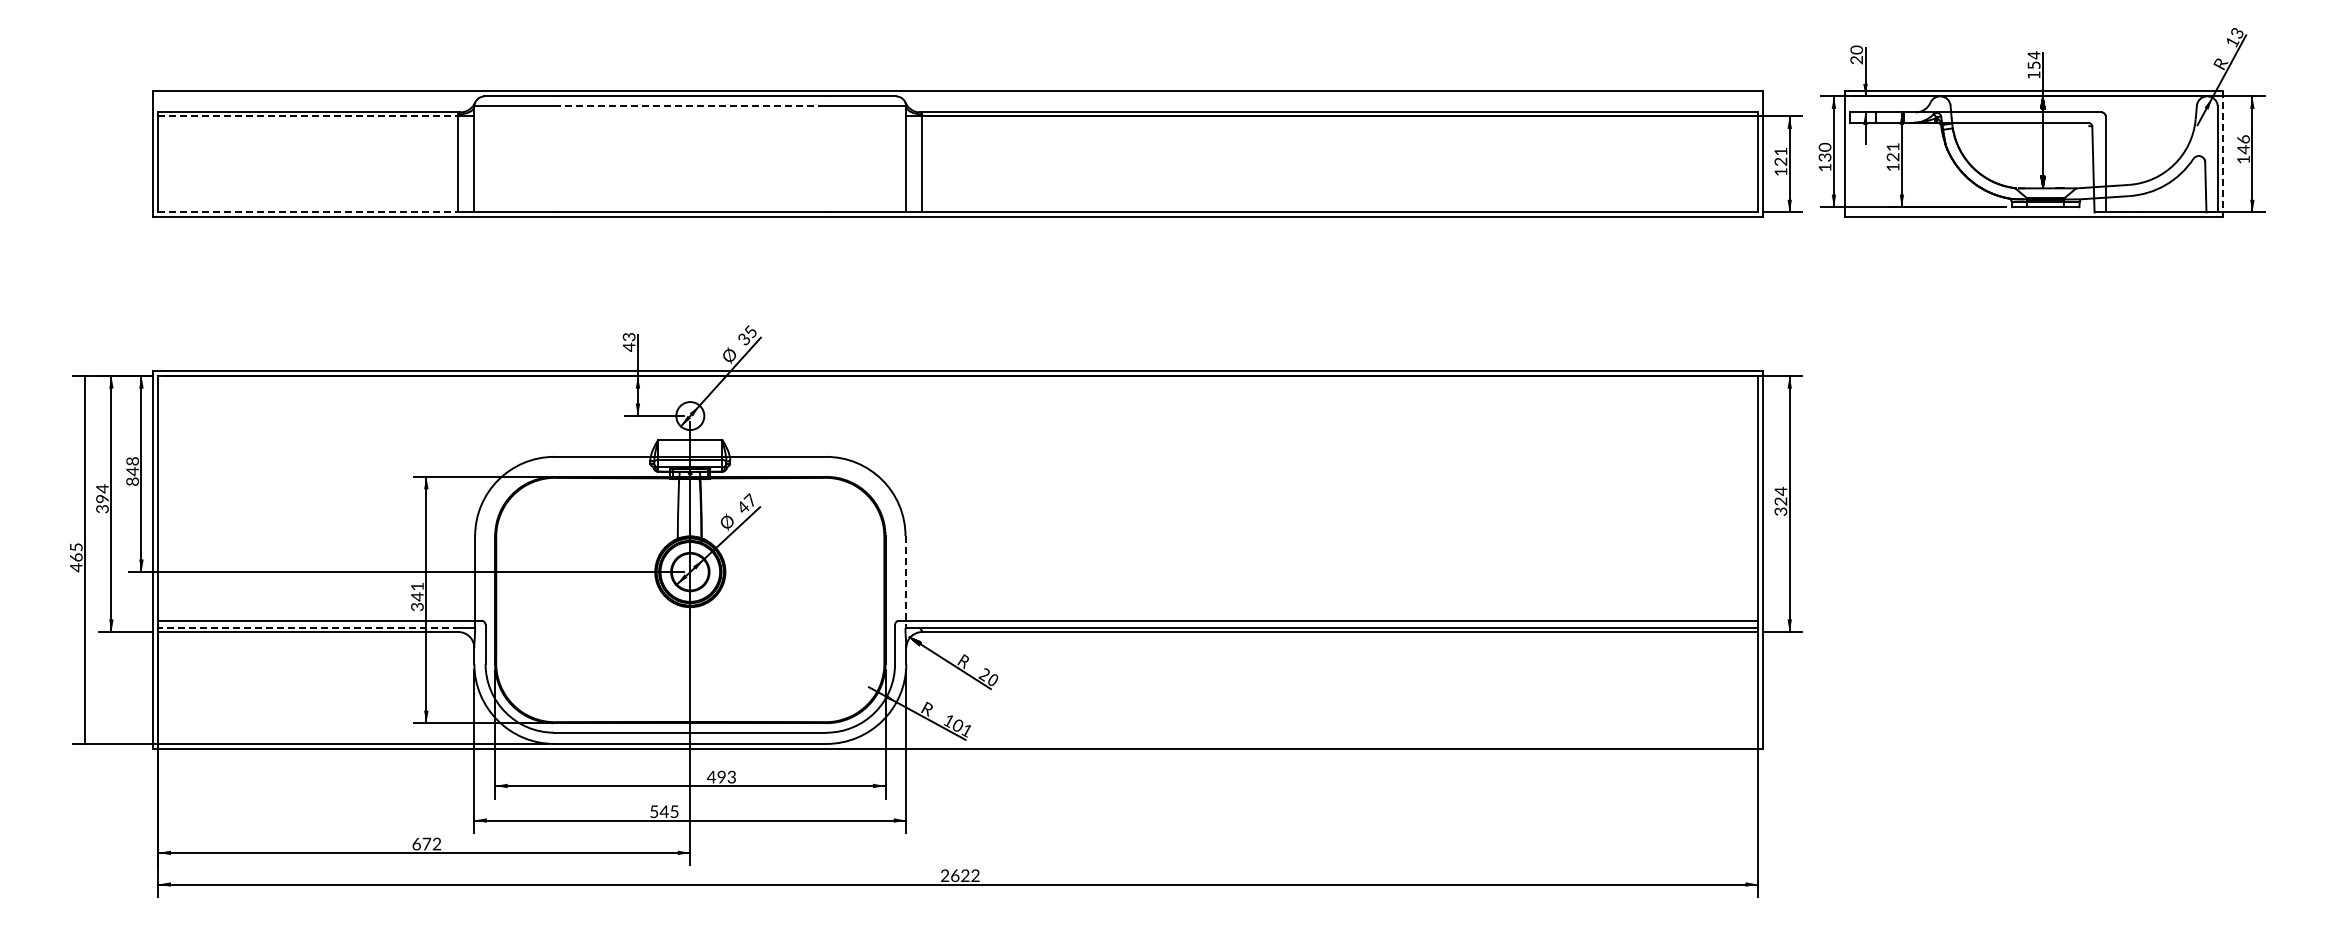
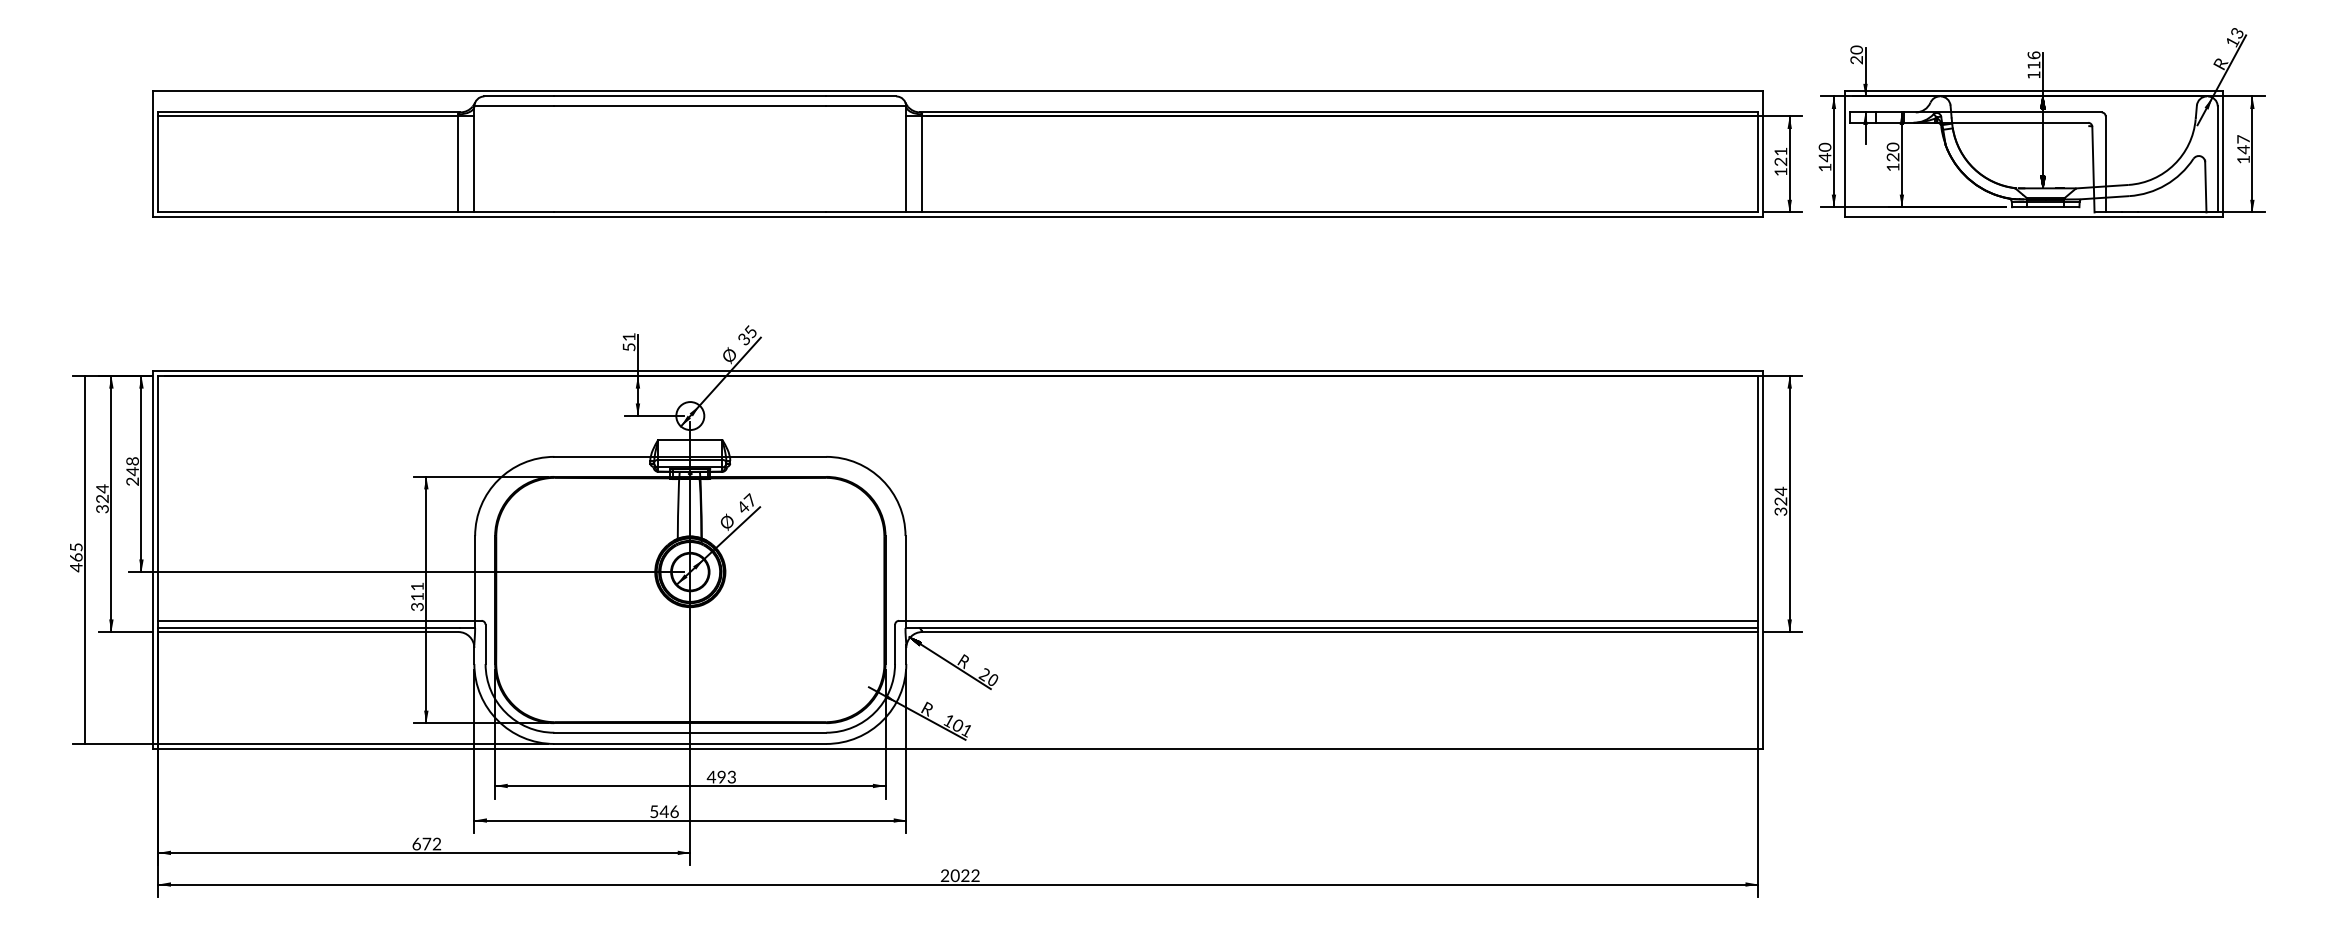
text at (2033, 59): 154 -> 116
line at (690, 106): dashed -> solid
line at (308, 116): dashed -> solid
text at (2243, 139): 146 -> 147
text at (1892, 146): 121 -> 120
line at (2222, 154): dashed -> solid
text at (1824, 157): 130 -> 140
line at (308, 212): dashed -> solid
text at (628, 342): 43 -> 51
text at (132, 481): 848 -> 248
text at (103, 498): 394 -> 324
line at (905, 582): dashed -> solid
text at (417, 596): 341 -> 311
line at (309, 627): dashed -> solid
text at (674, 811): 545 -> 546
text at (954, 875): 2622 -> 2022
